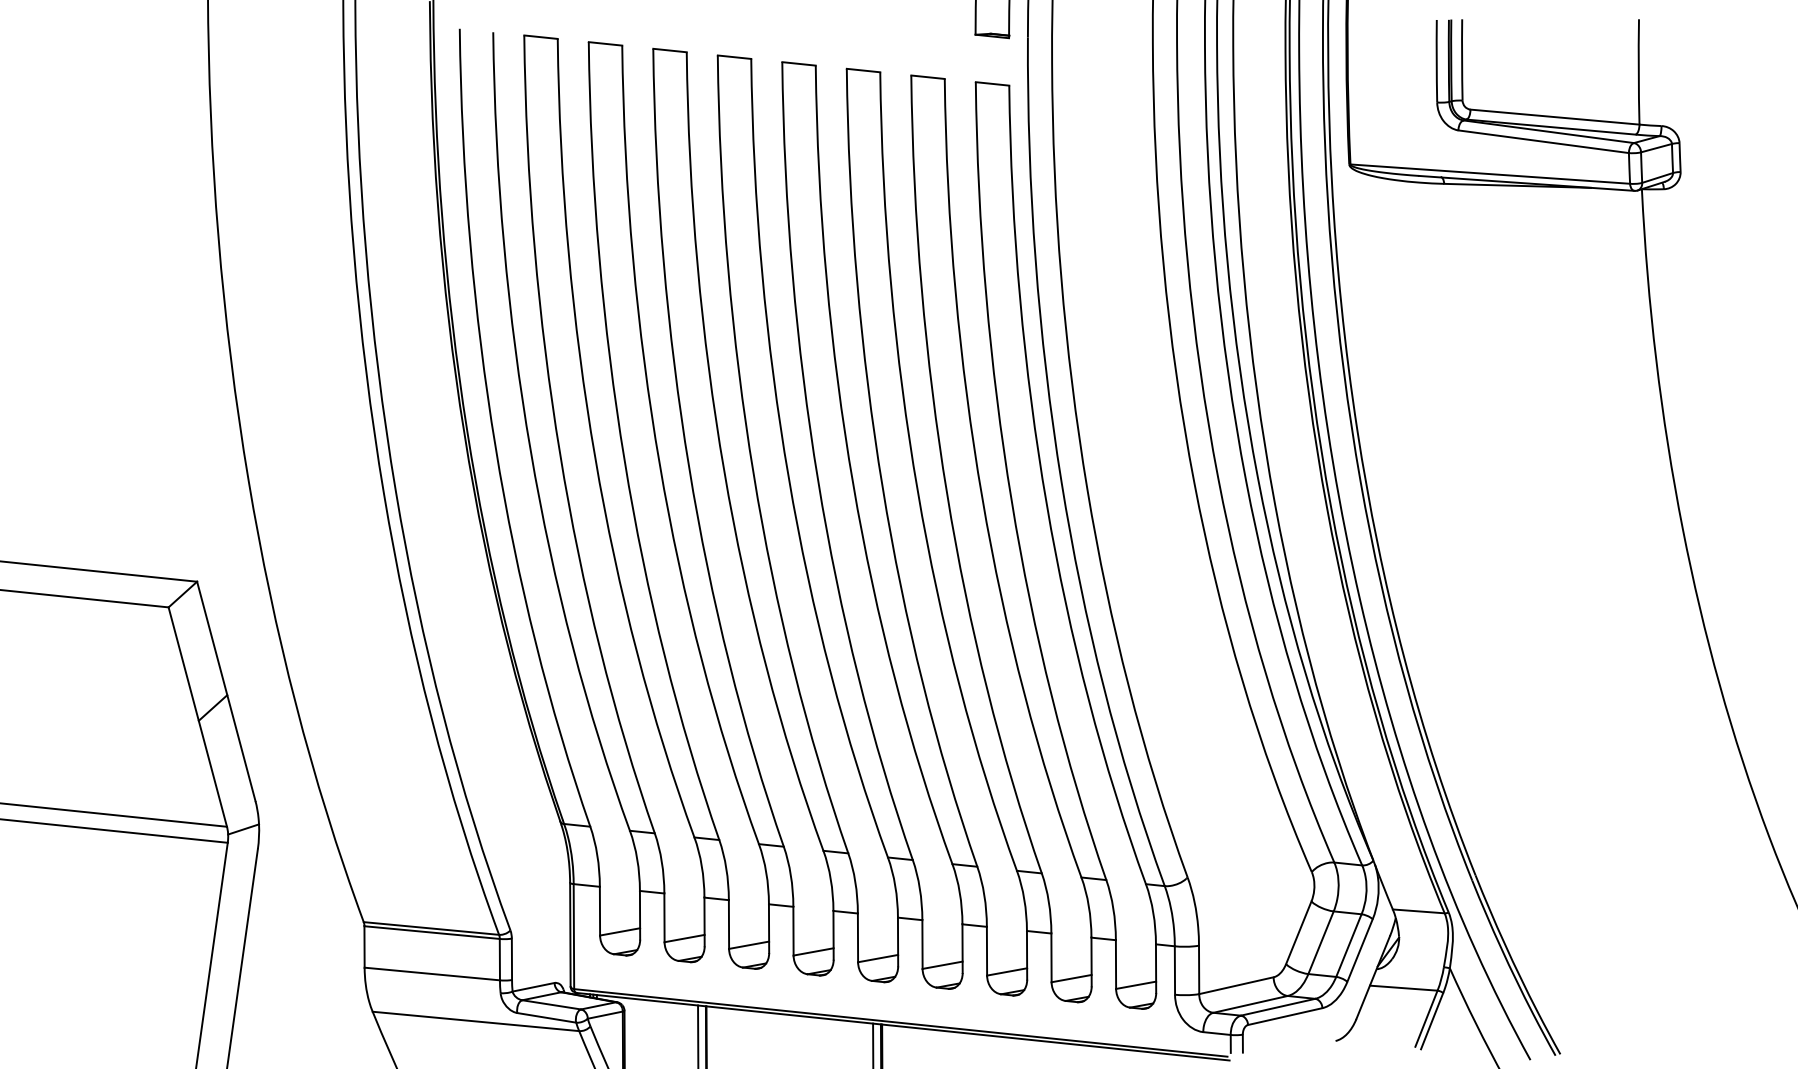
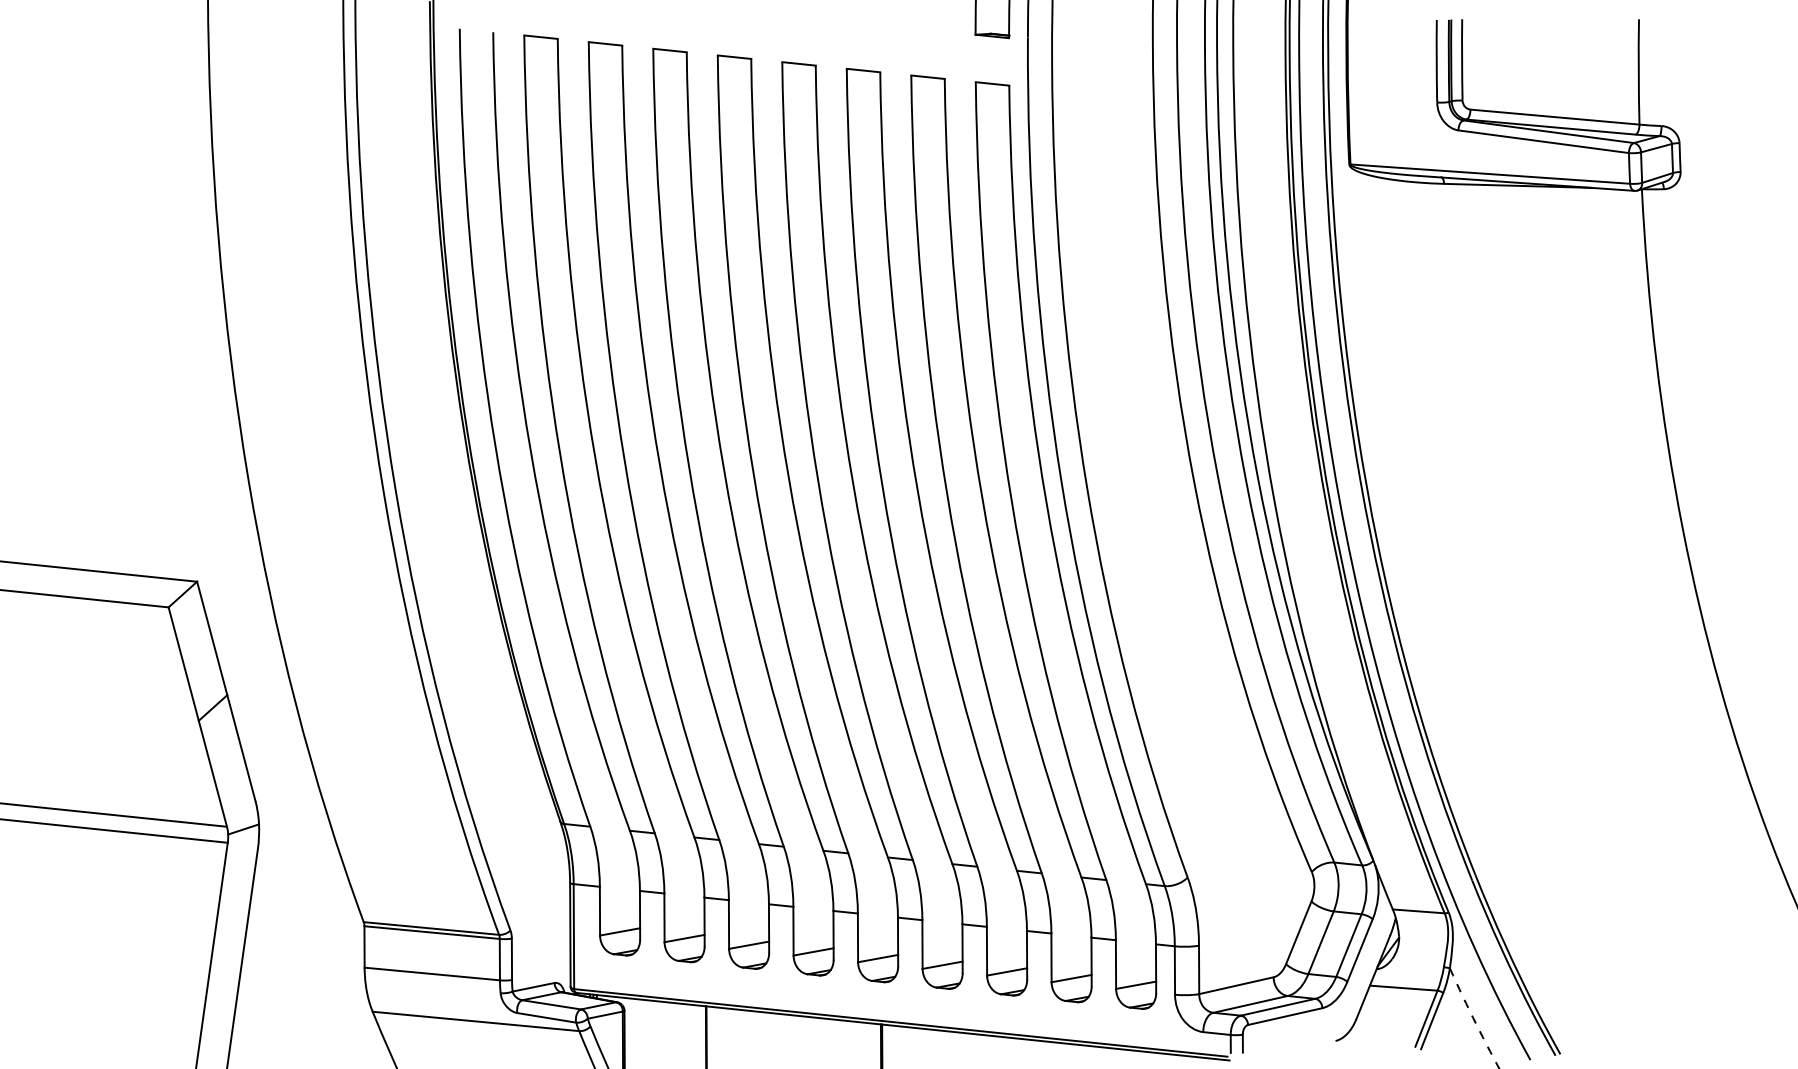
arc at (1473, 1019): solid -> dashed
line at (698, 1035): present -> none
line at (873, 1044): present -> none
